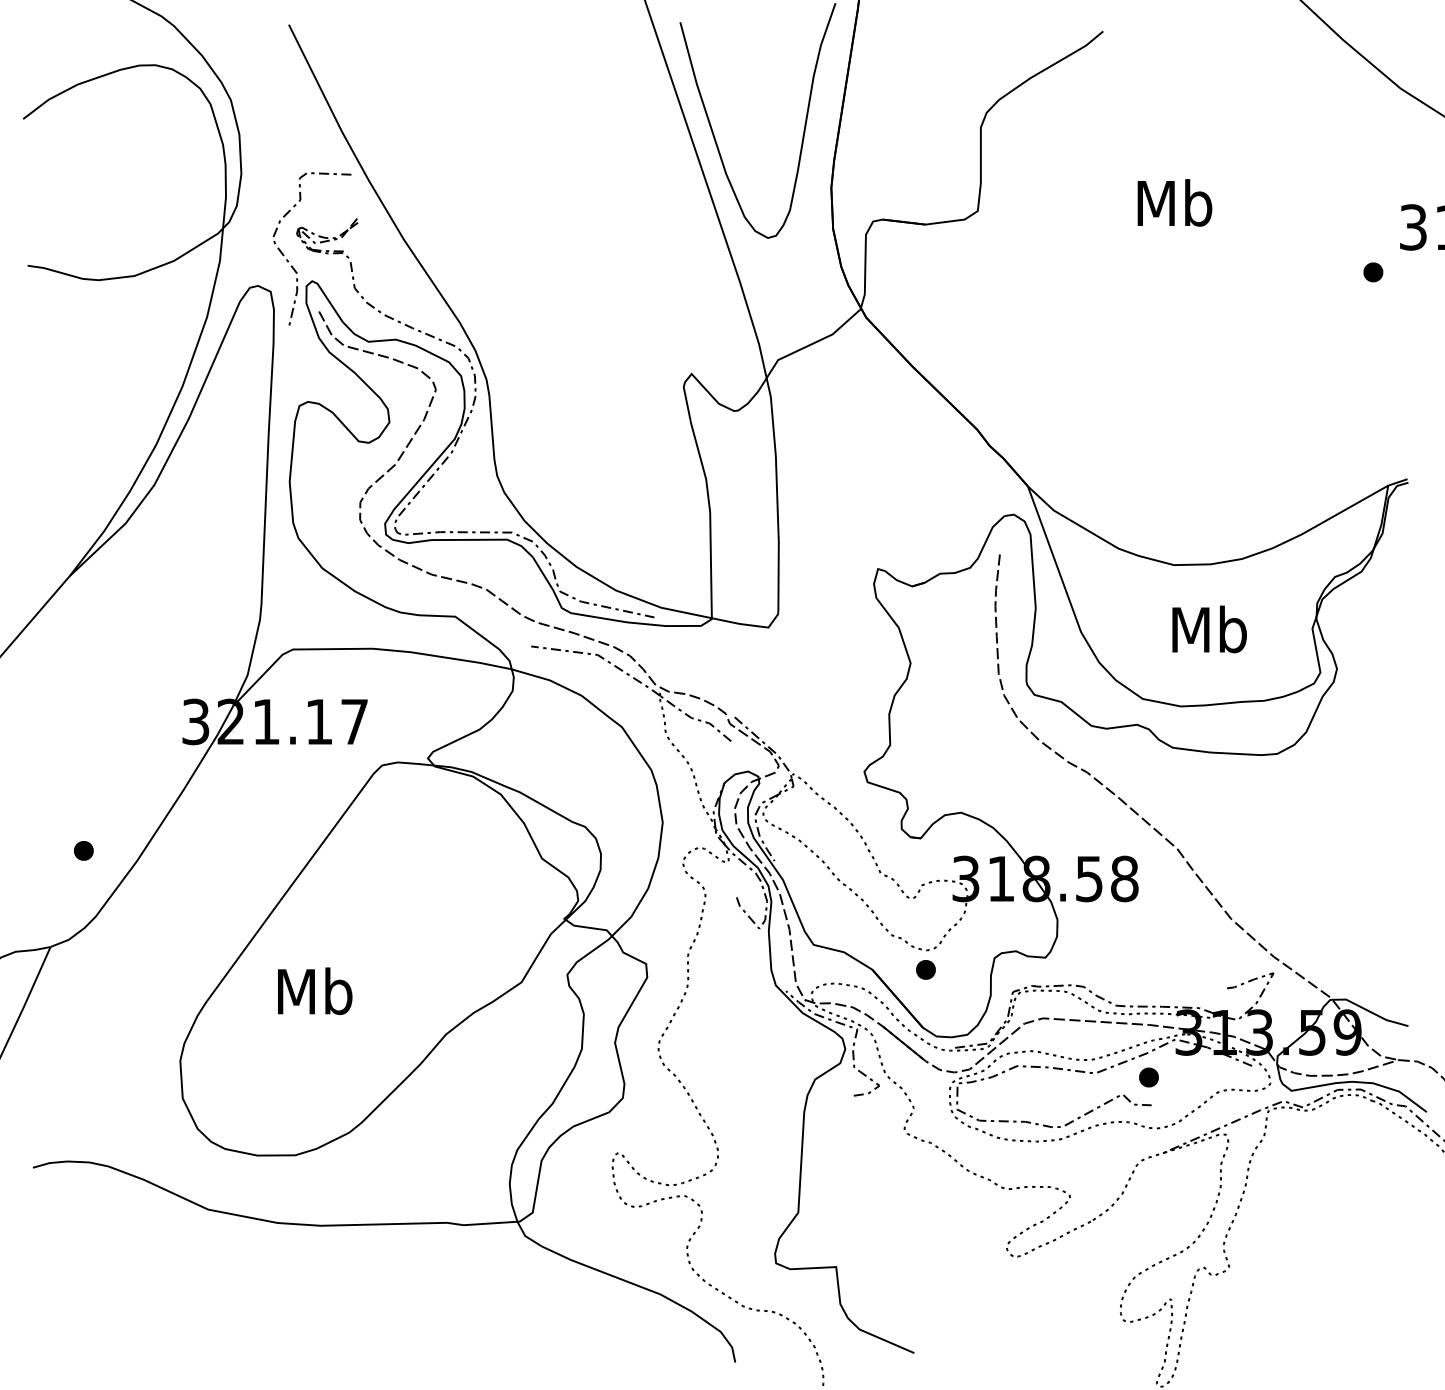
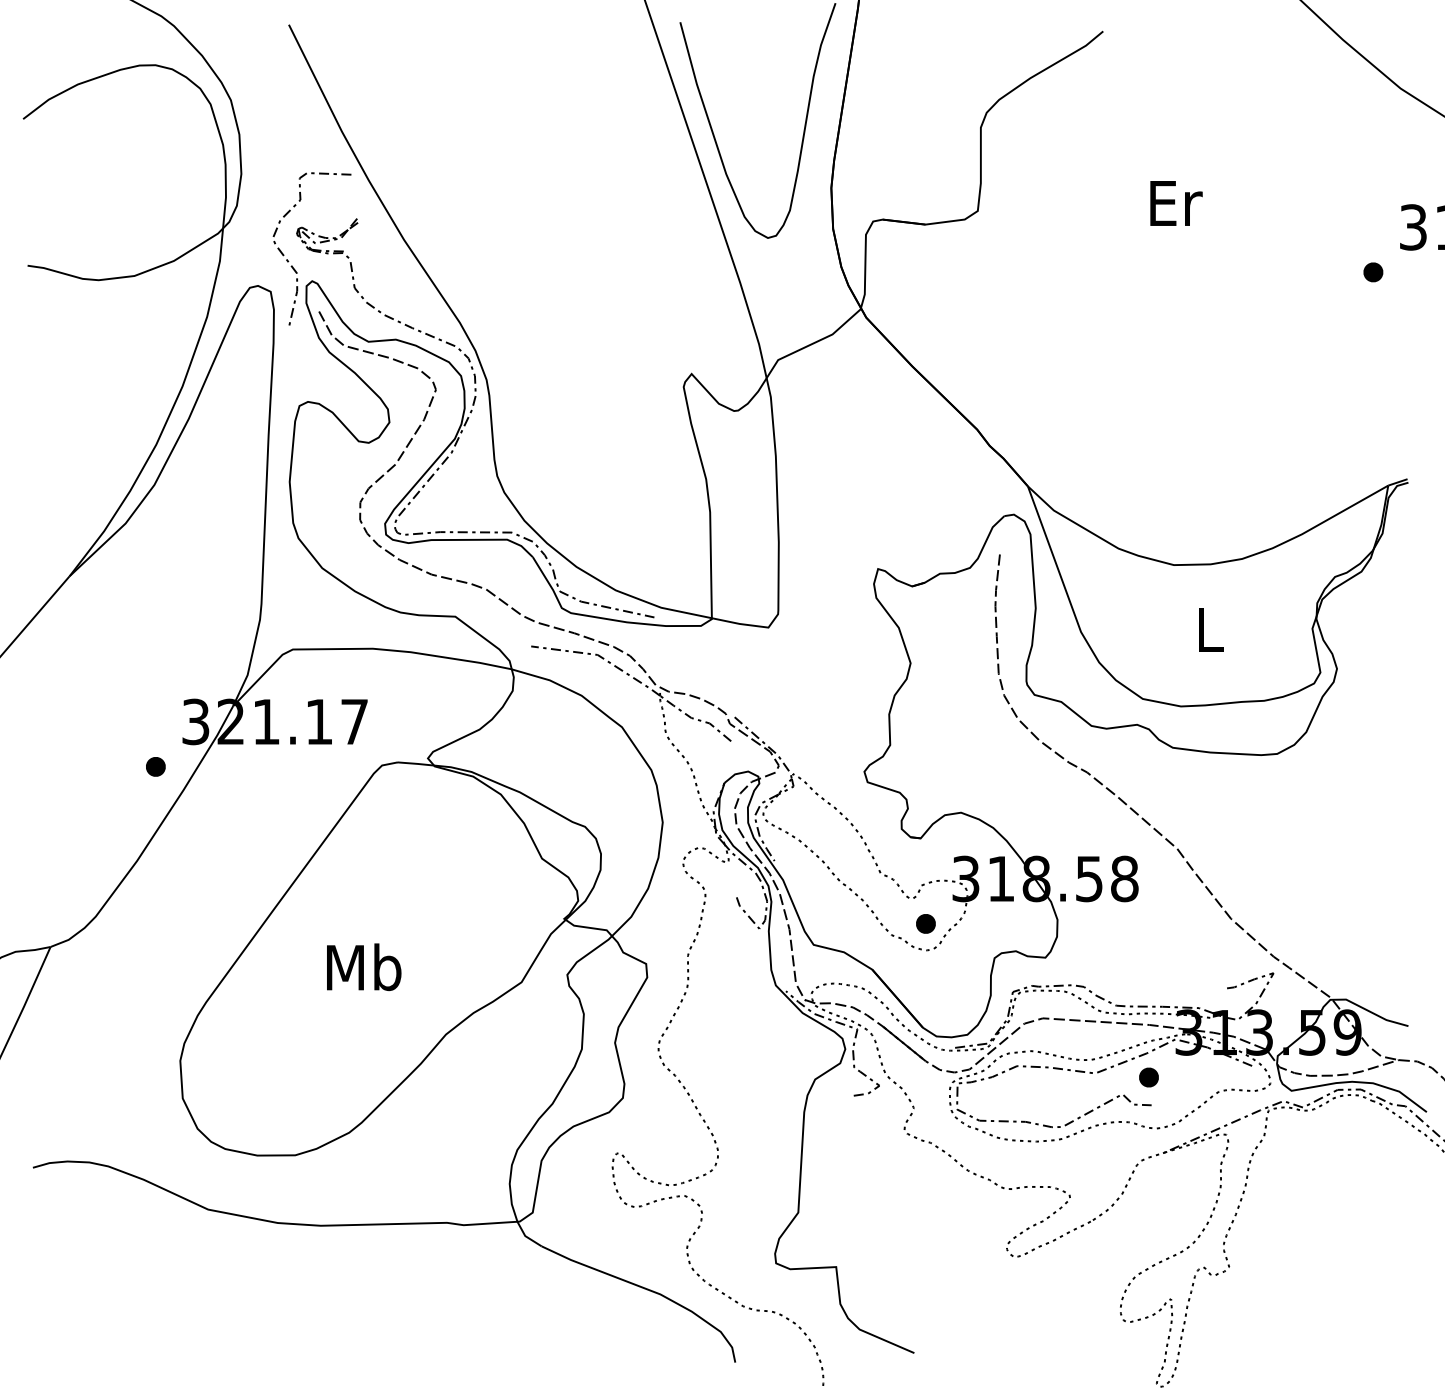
text at (1174, 202): Mb -> Er
text at (1209, 629): Mb -> L
part at (83, 850) position: (83, 850) -> (155, 766)
part at (925, 969) position: (925, 969) -> (925, 923)
text at (315, 991) position: (315, 991) -> (364, 967)
